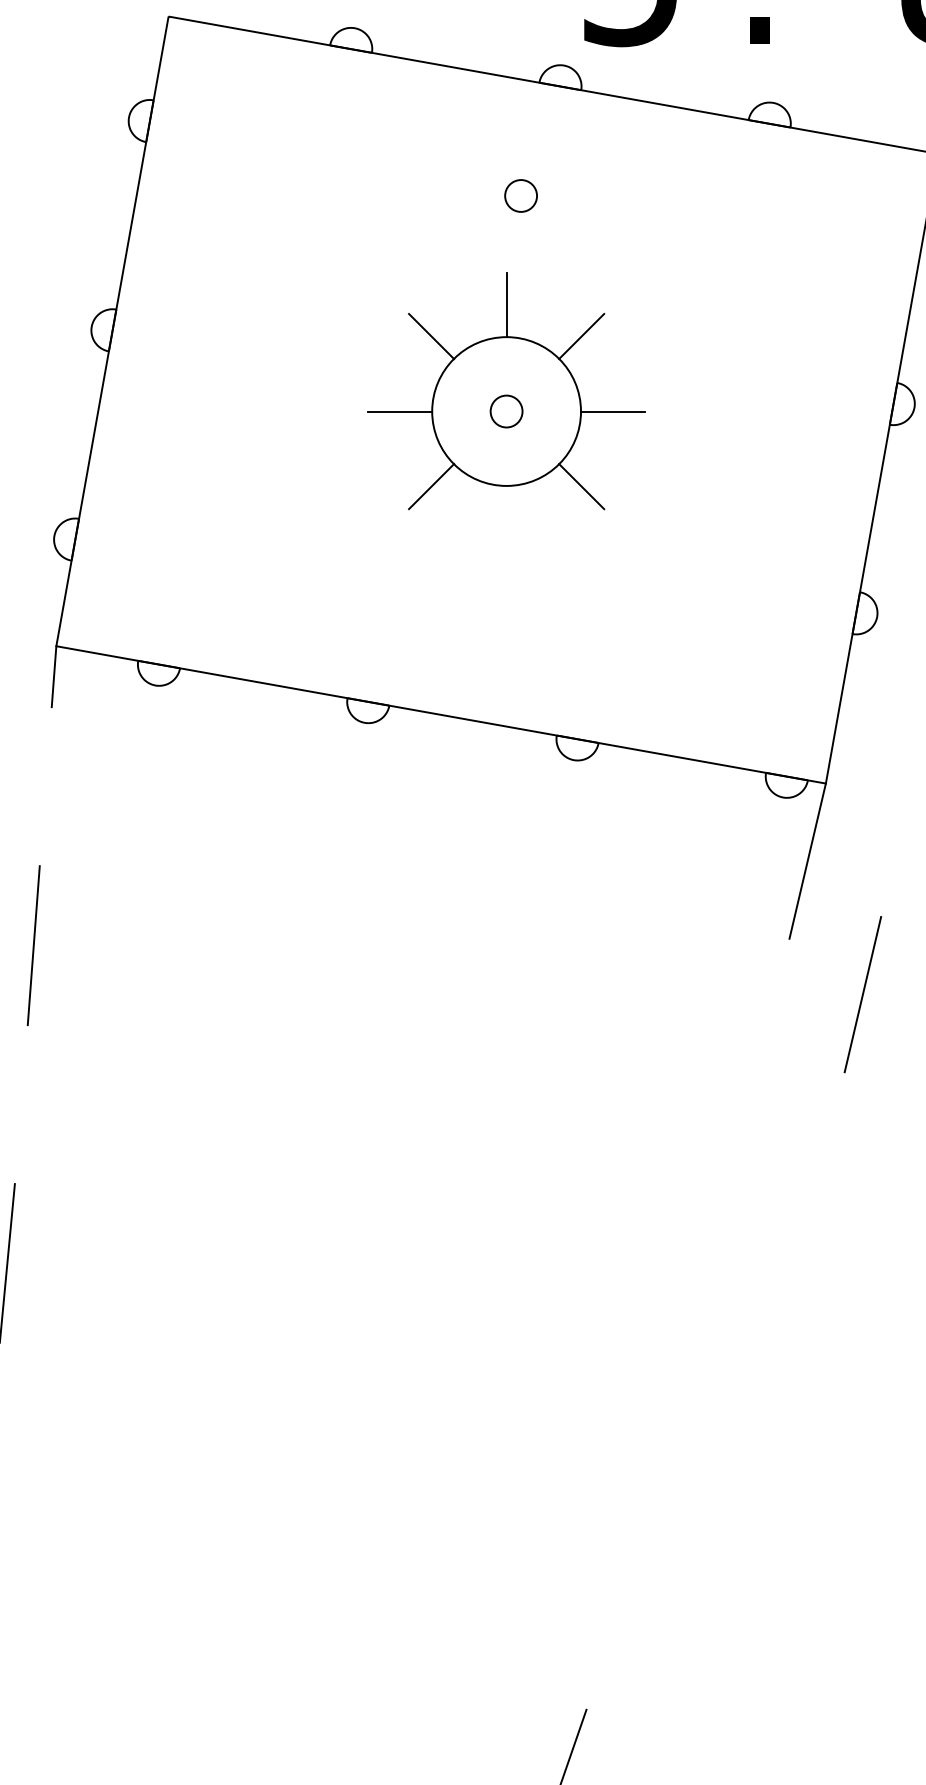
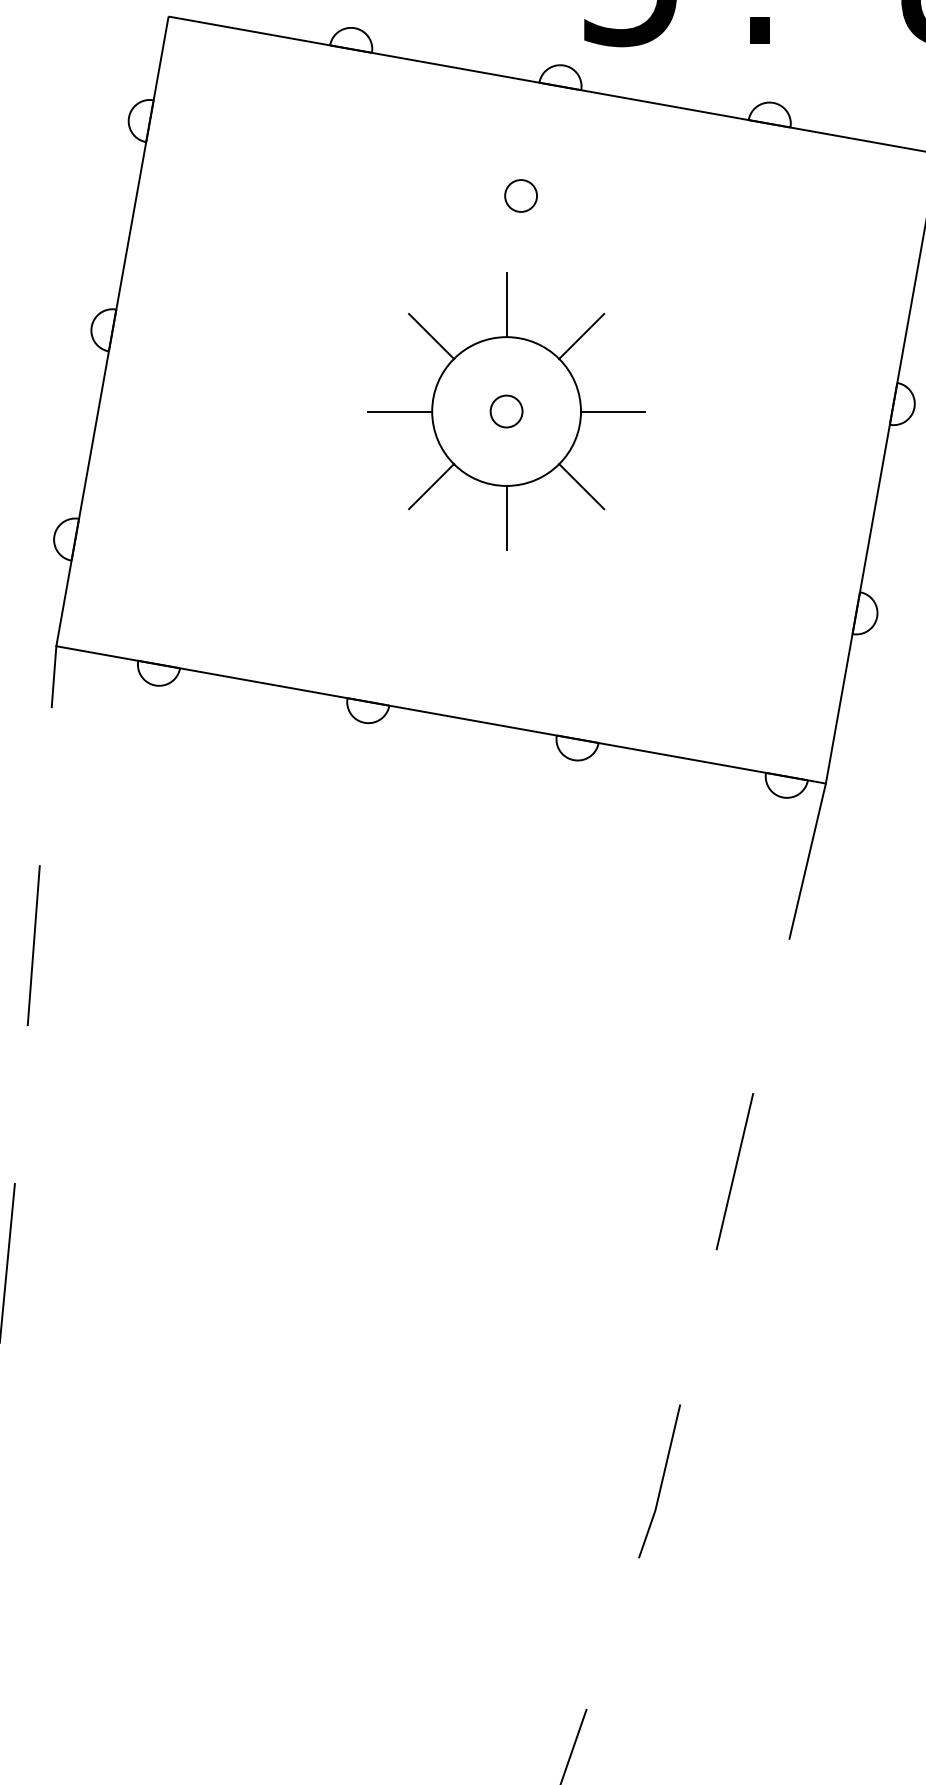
line at (506, 517): none -> present
line at (862, 994) position: (862, 994) -> (734, 1171)
line at (661, 1481): none -> present
